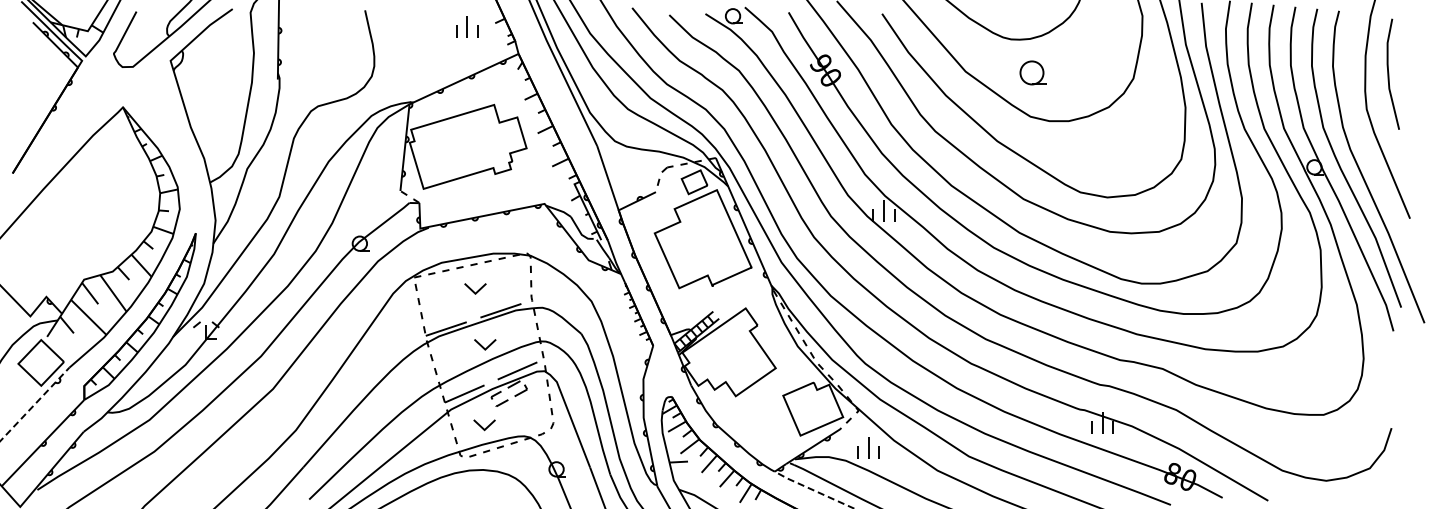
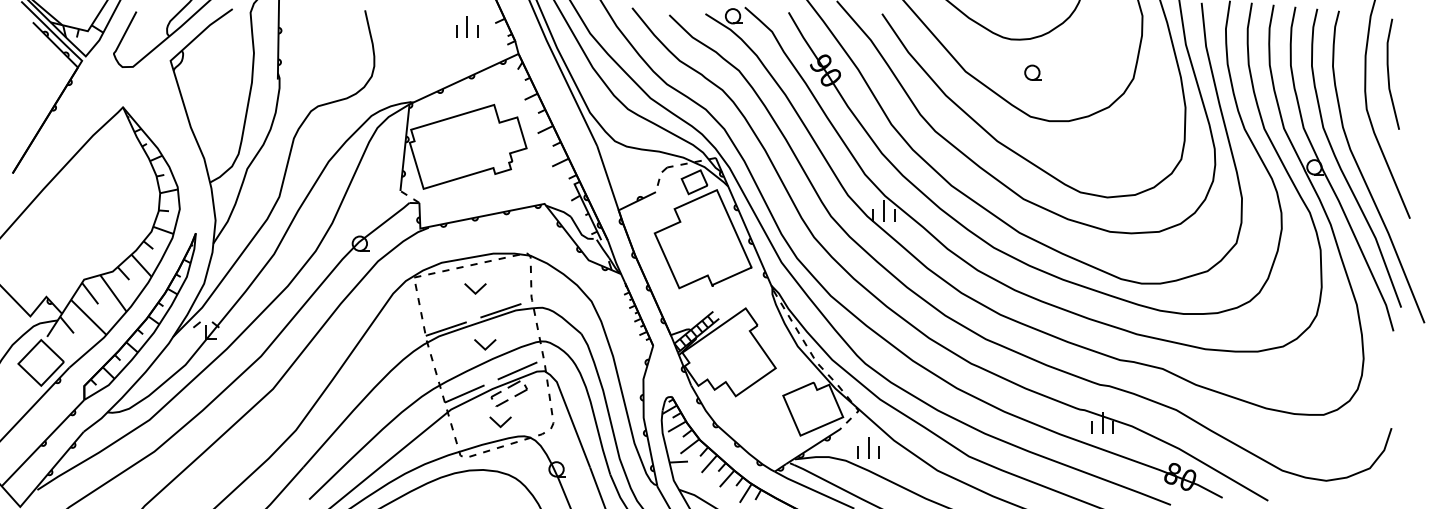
part at (1032, 72) size: 28x26 px -> 18x17 px
line at (35, 403): dashed -> solid
part at (484, 425) position: (484, 425) -> (500, 422)
line at (813, 490): dashed -> solid
